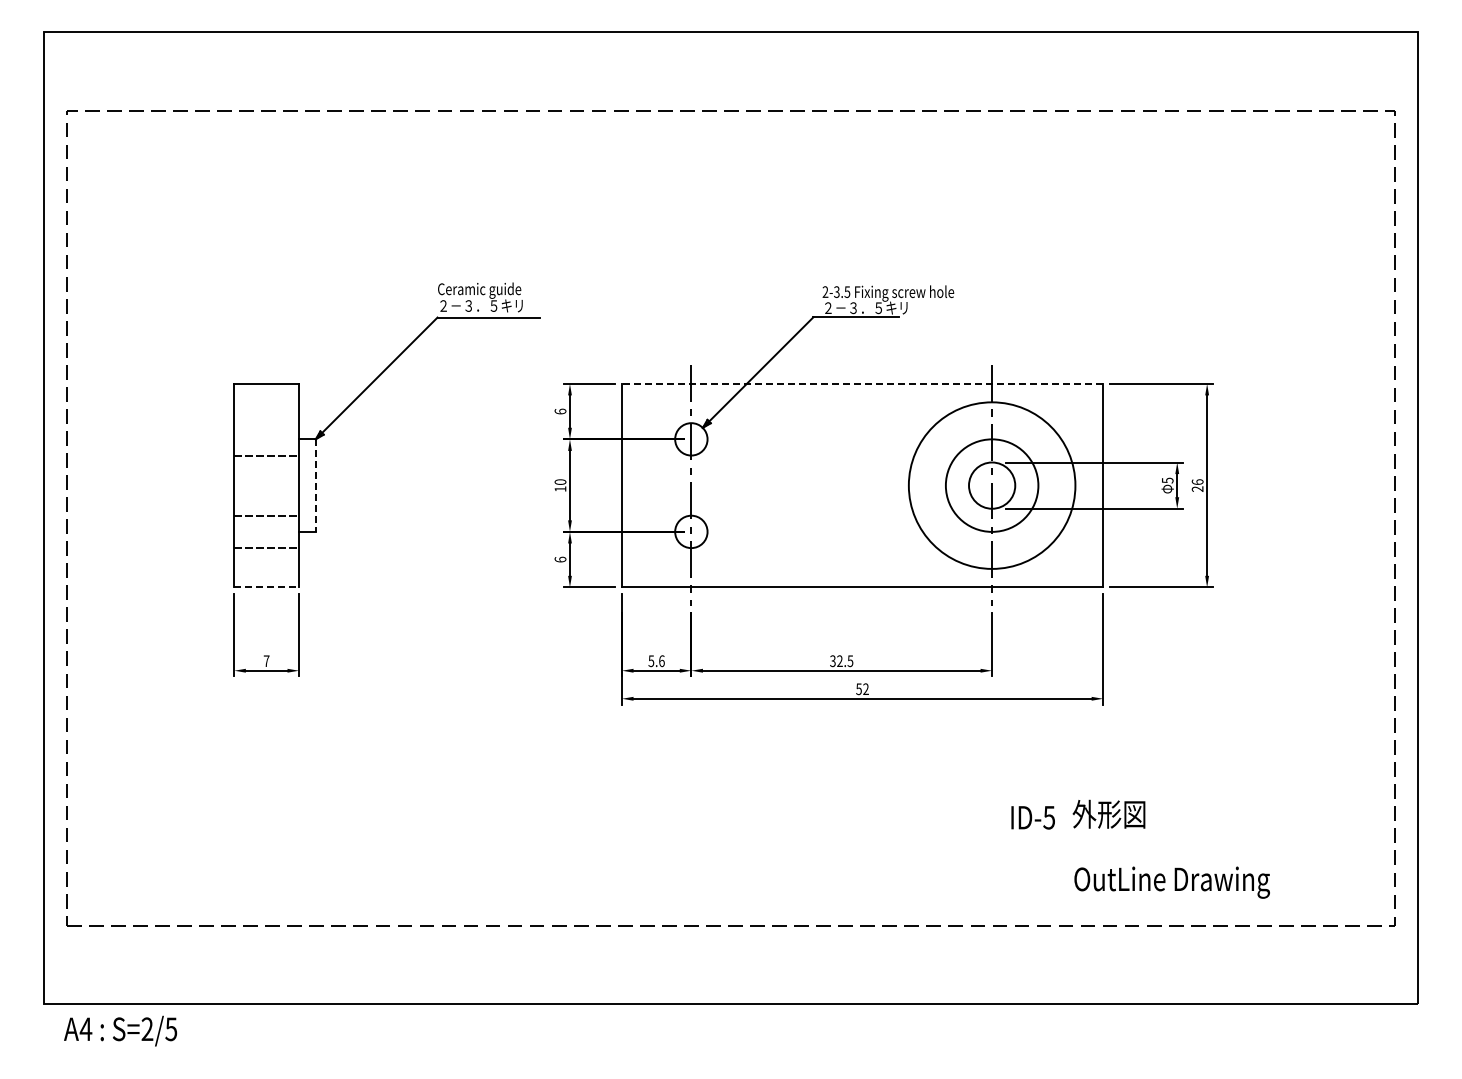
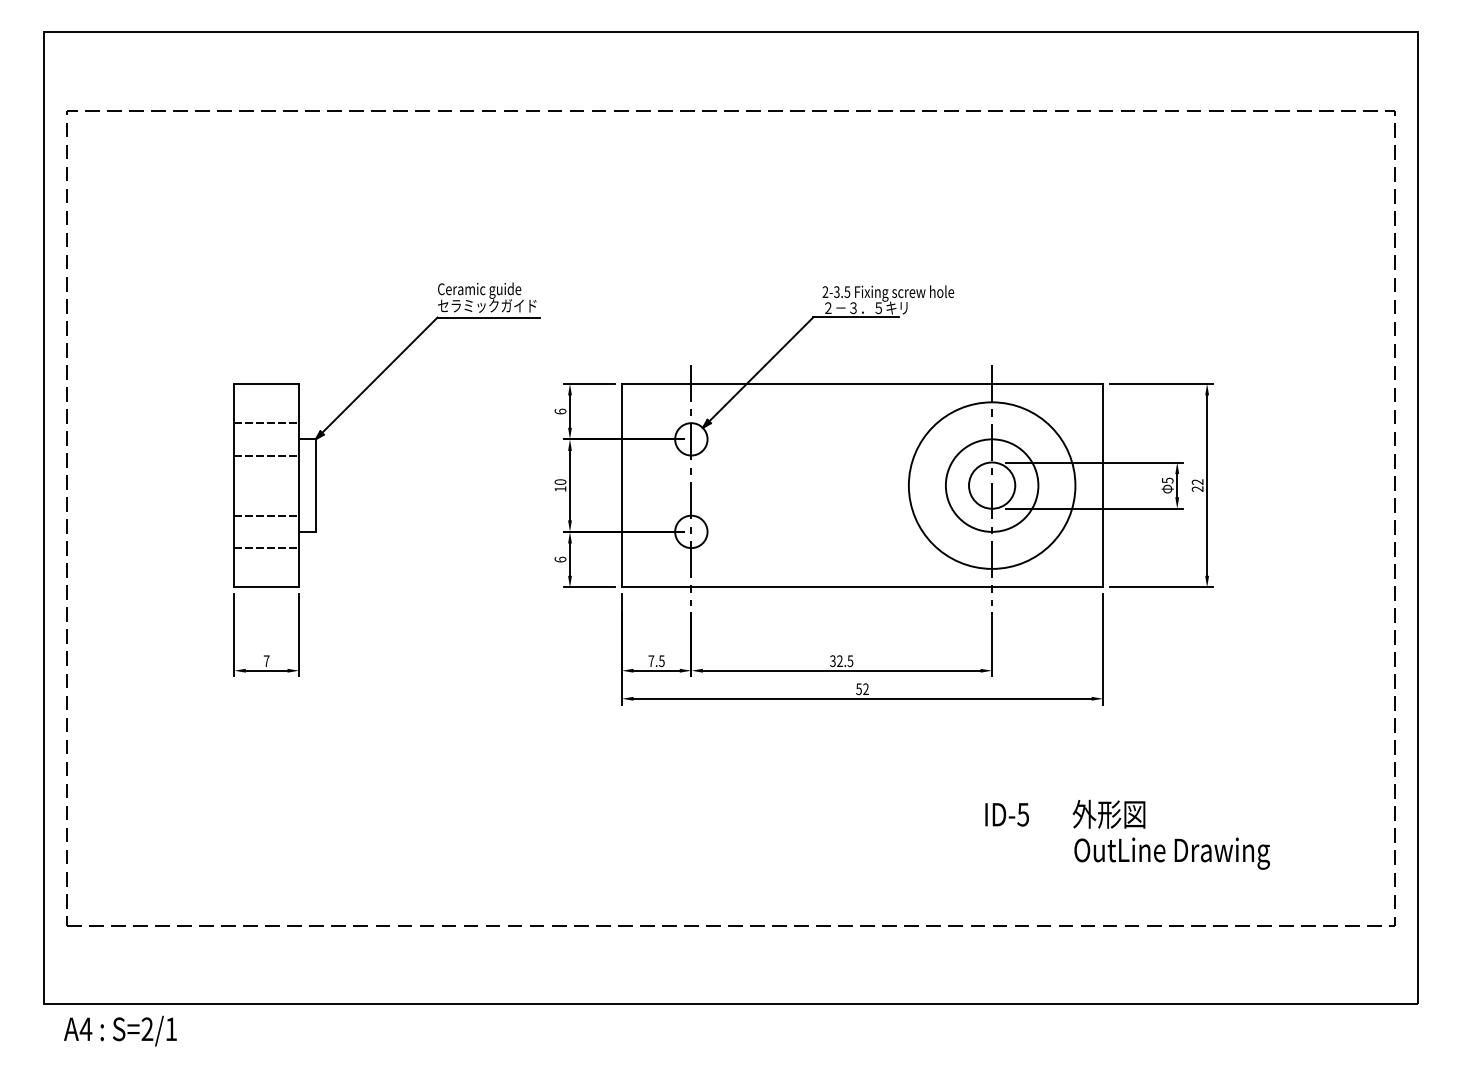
text at (487, 305): ２－３．５キリ -> セラミックガイド
line at (862, 383): dashed -> solid
line at (266, 423): none -> present
text at (1197, 481): 26 -> 22
line at (315, 486): dashed -> solid
line at (267, 587): dashed -> solid
text at (656, 661): 5.6 -> 7.5
text at (1032, 817) position: (1032, 817) -> (1006, 814)
text at (1171, 882) position: (1171, 882) -> (1171, 853)
text at (171, 1029): S=2/5 -> S=2/1
